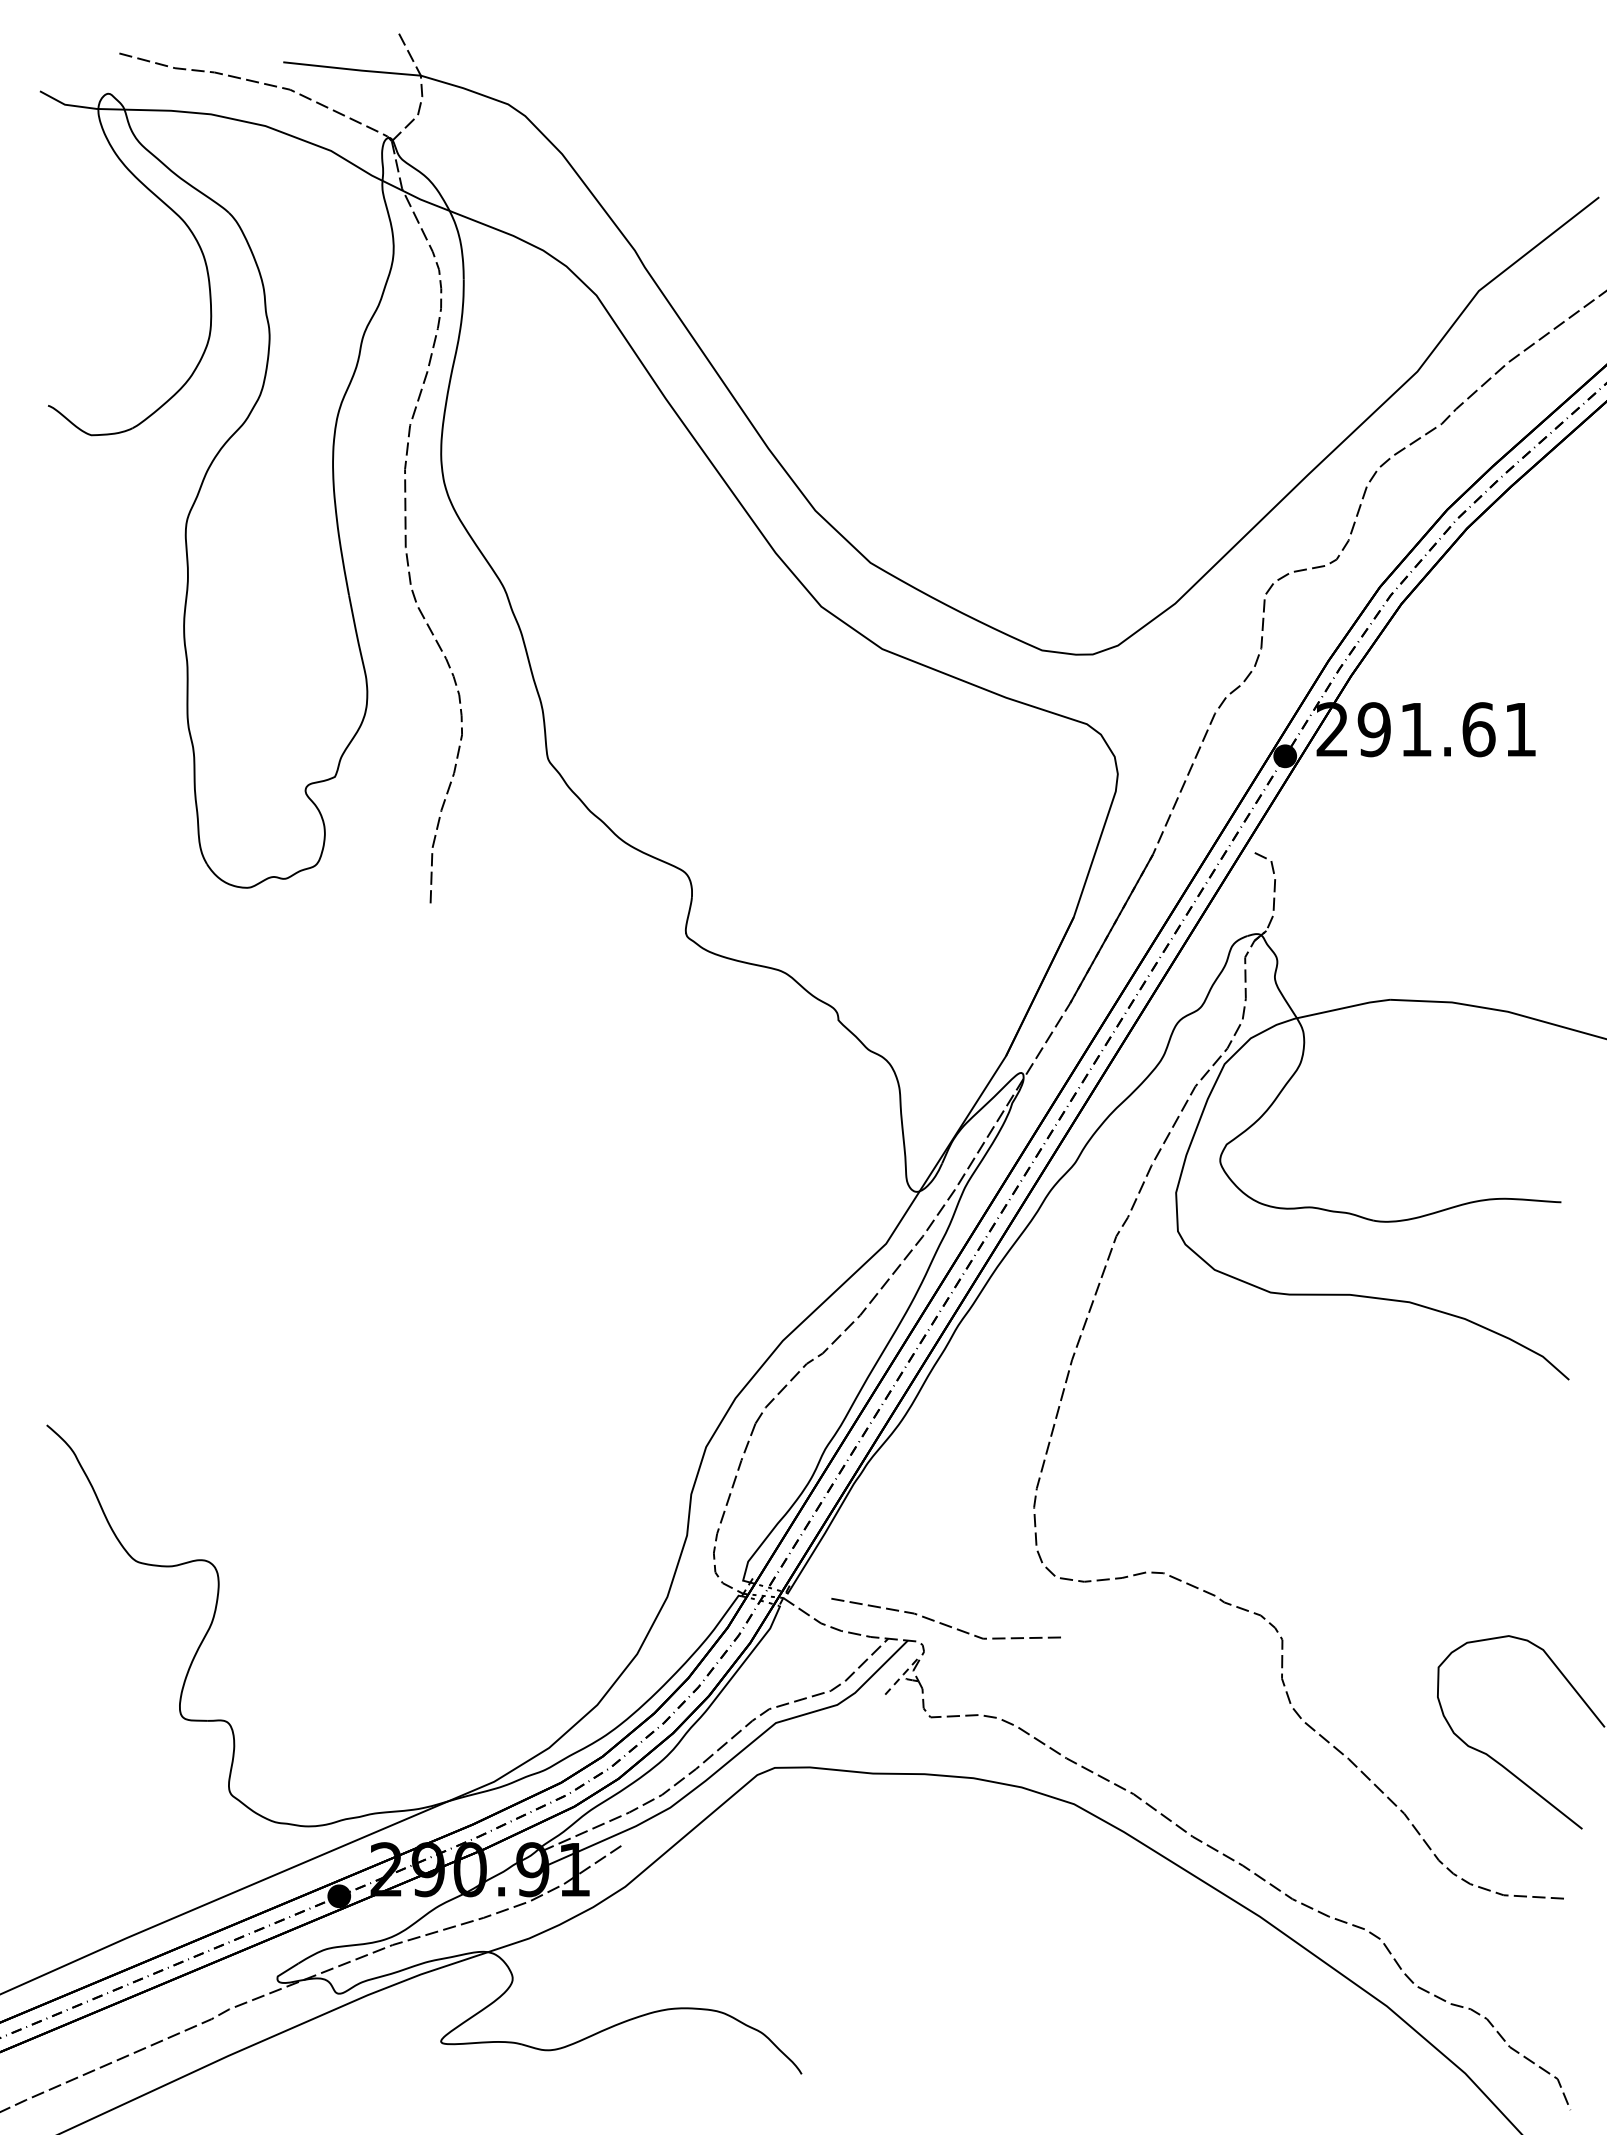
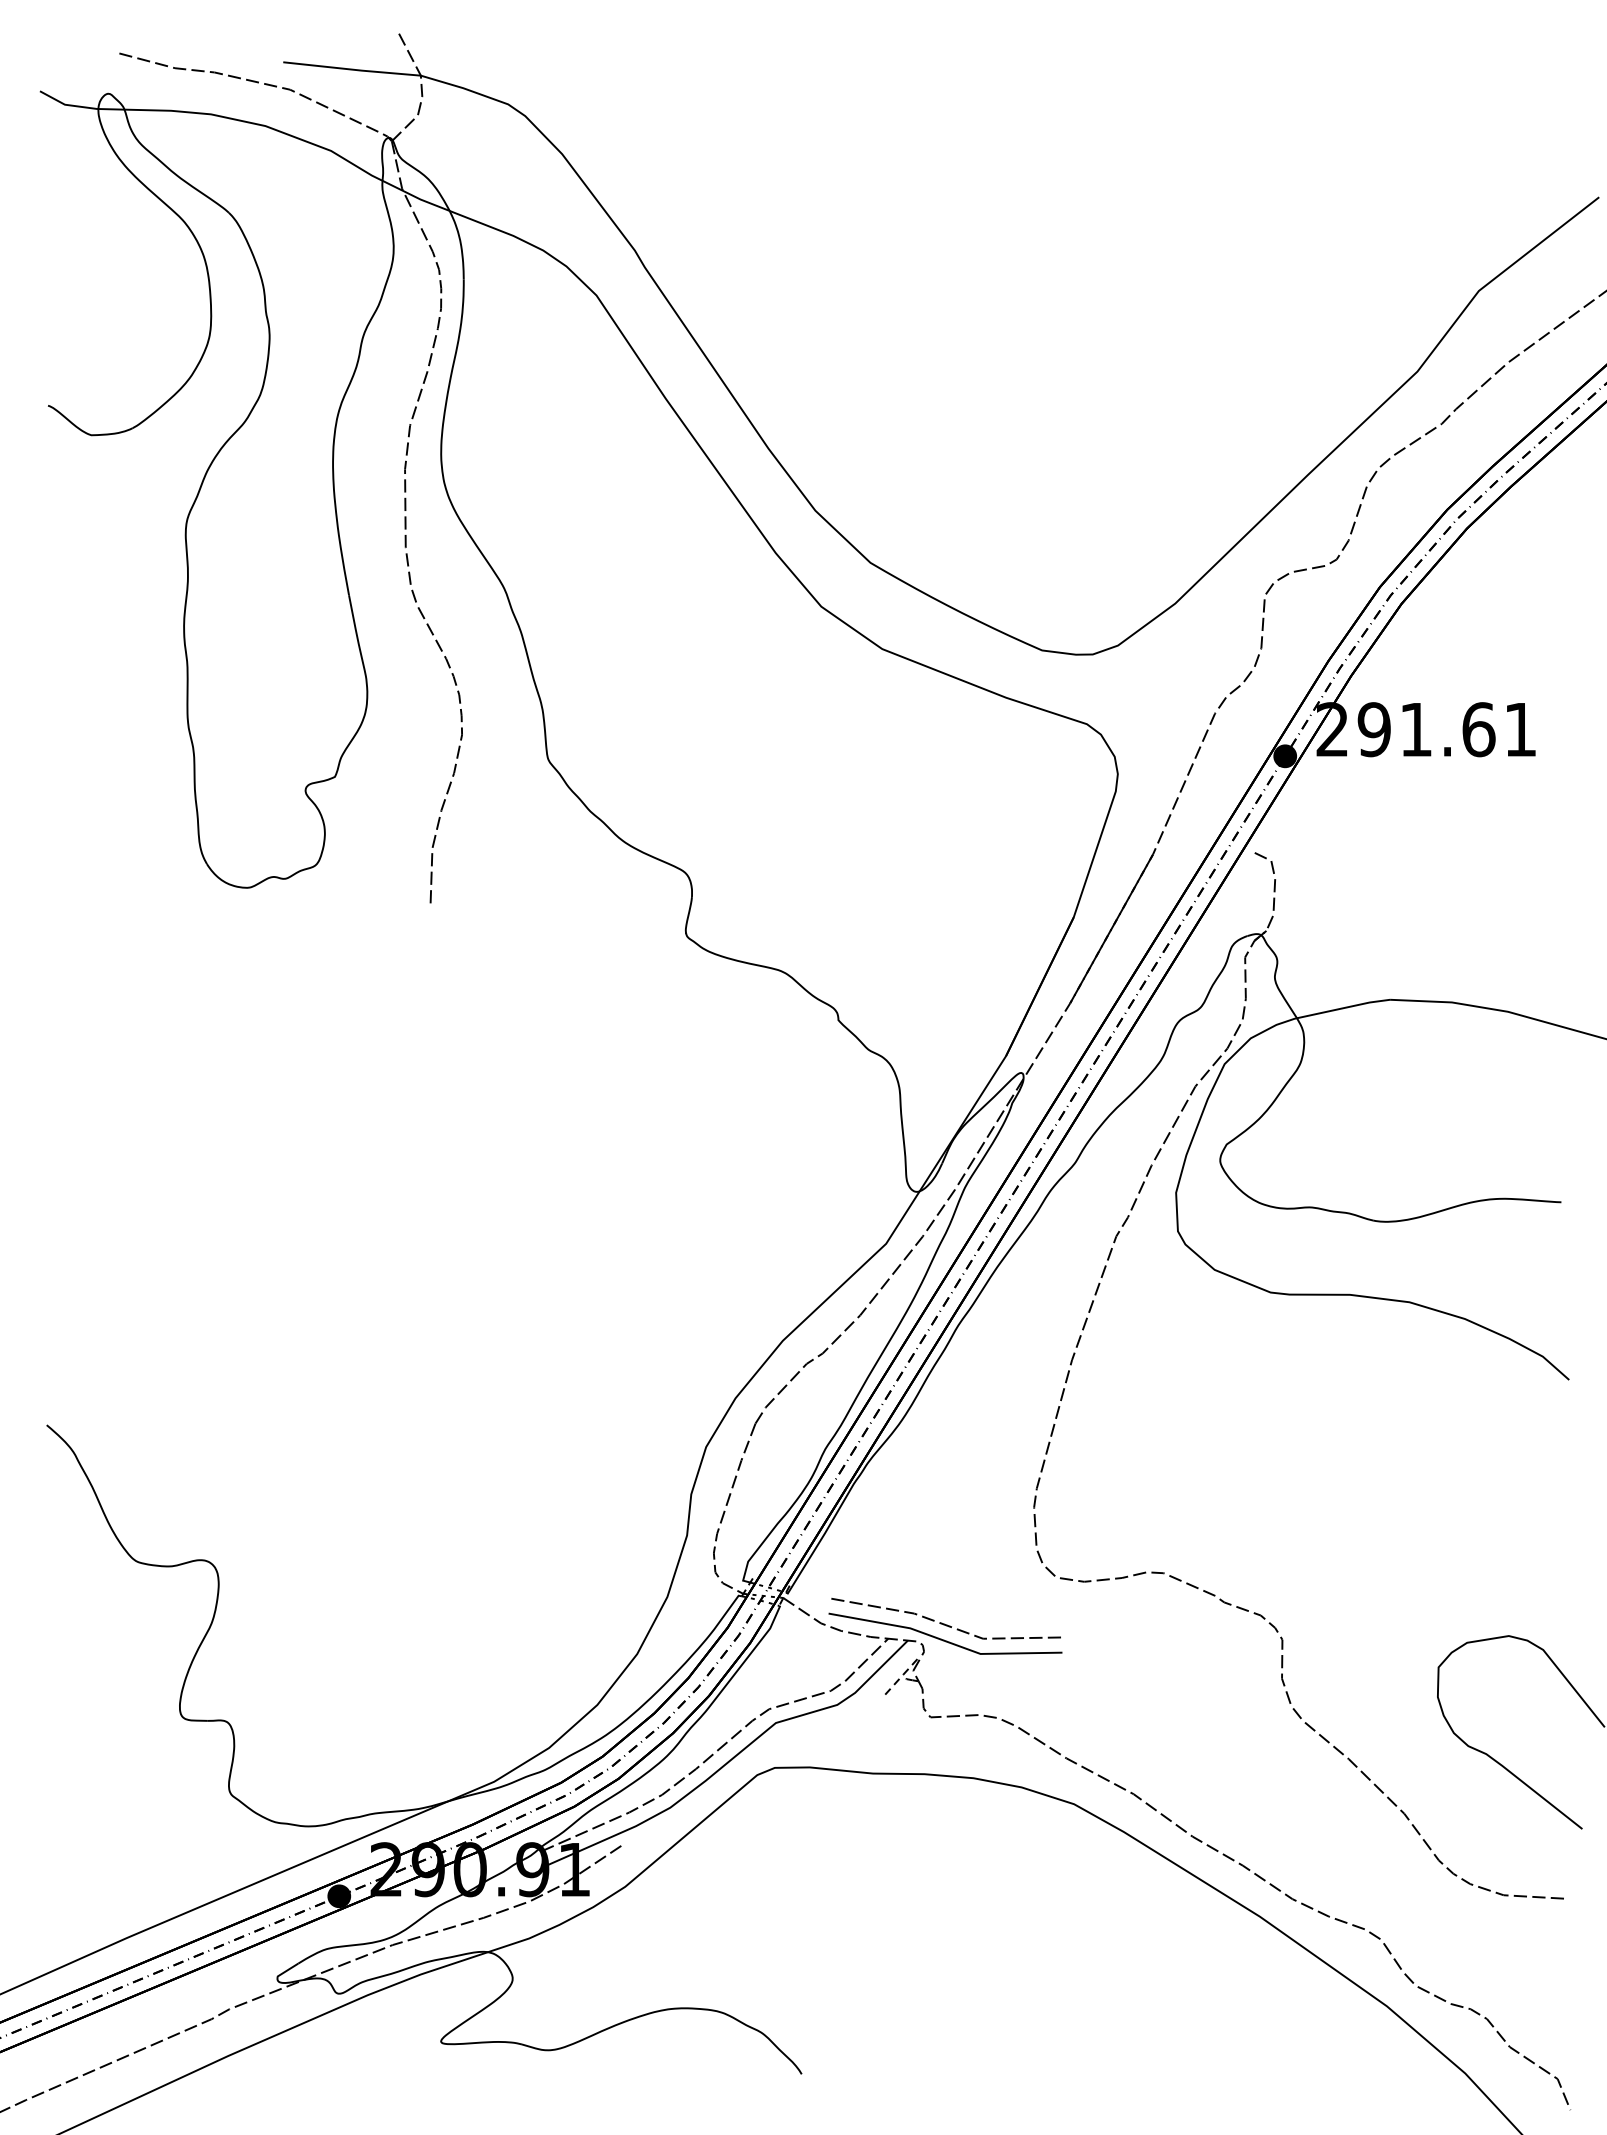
line at (944, 1639): none -> present
